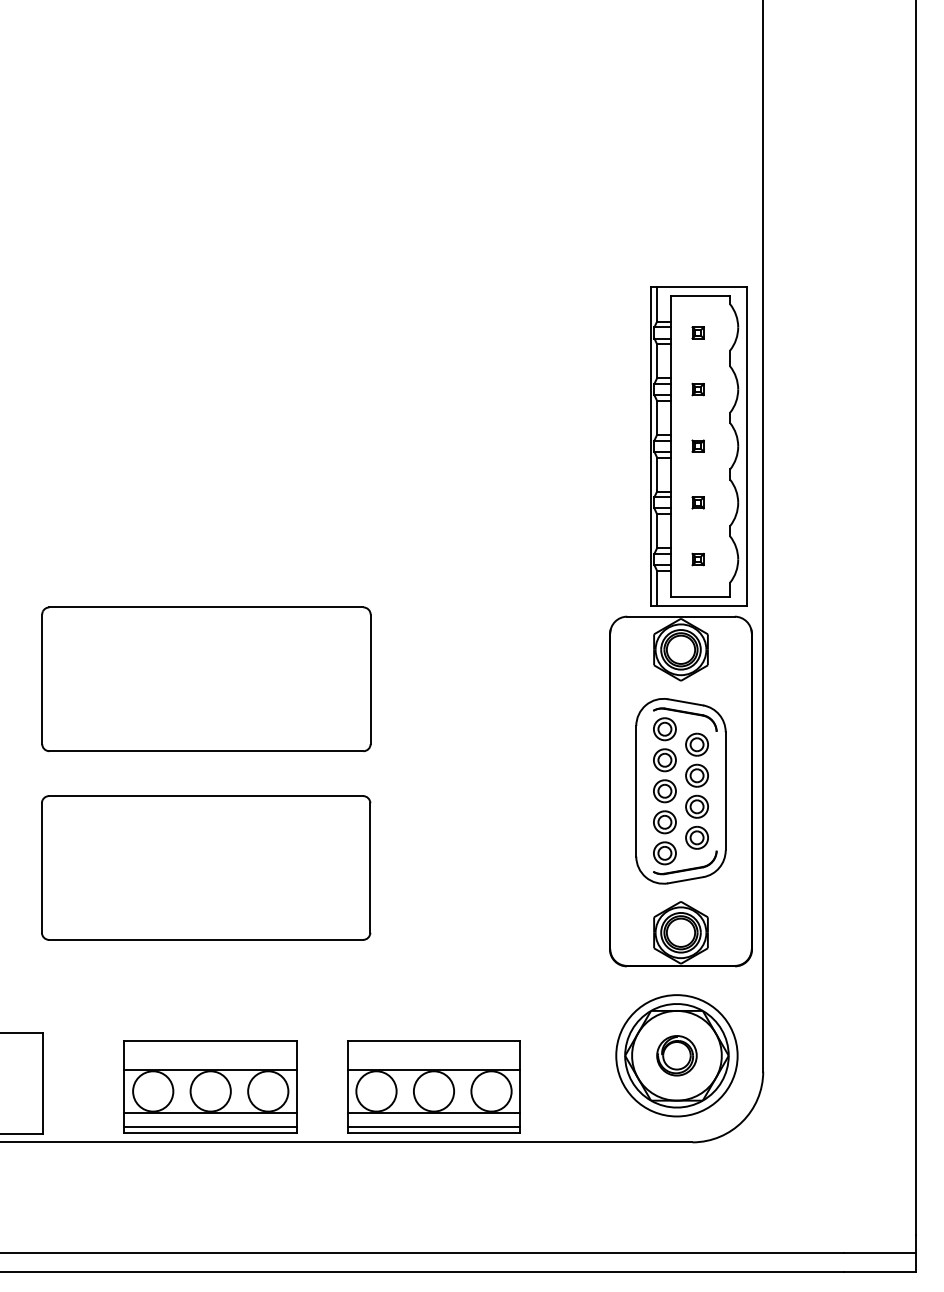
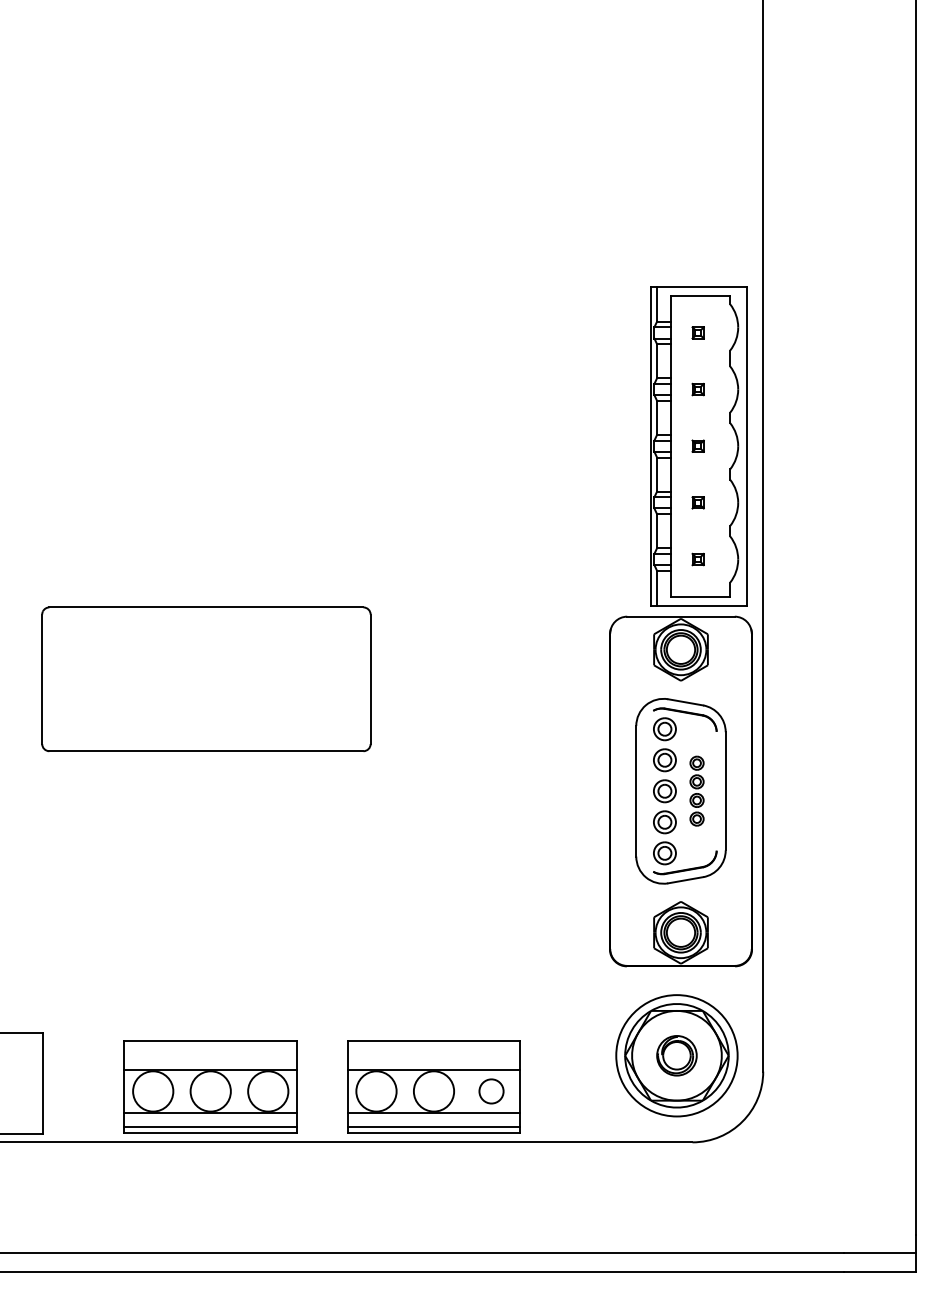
part at (696, 790) size: 24x118 px -> 16x72 px
part at (206, 867): present -> none
circle at (491, 1091) diameter: 40 px -> 24 px
